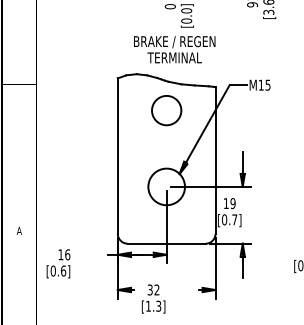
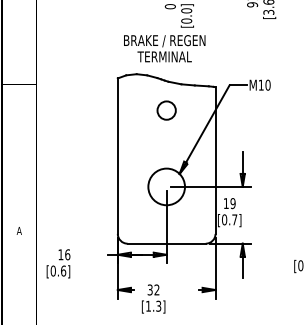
text at (174, 49) position: (174, 49) -> (164, 48)
text at (267, 84): M15 -> M10
circle at (166, 110) diameter: 29 px -> 18 px
